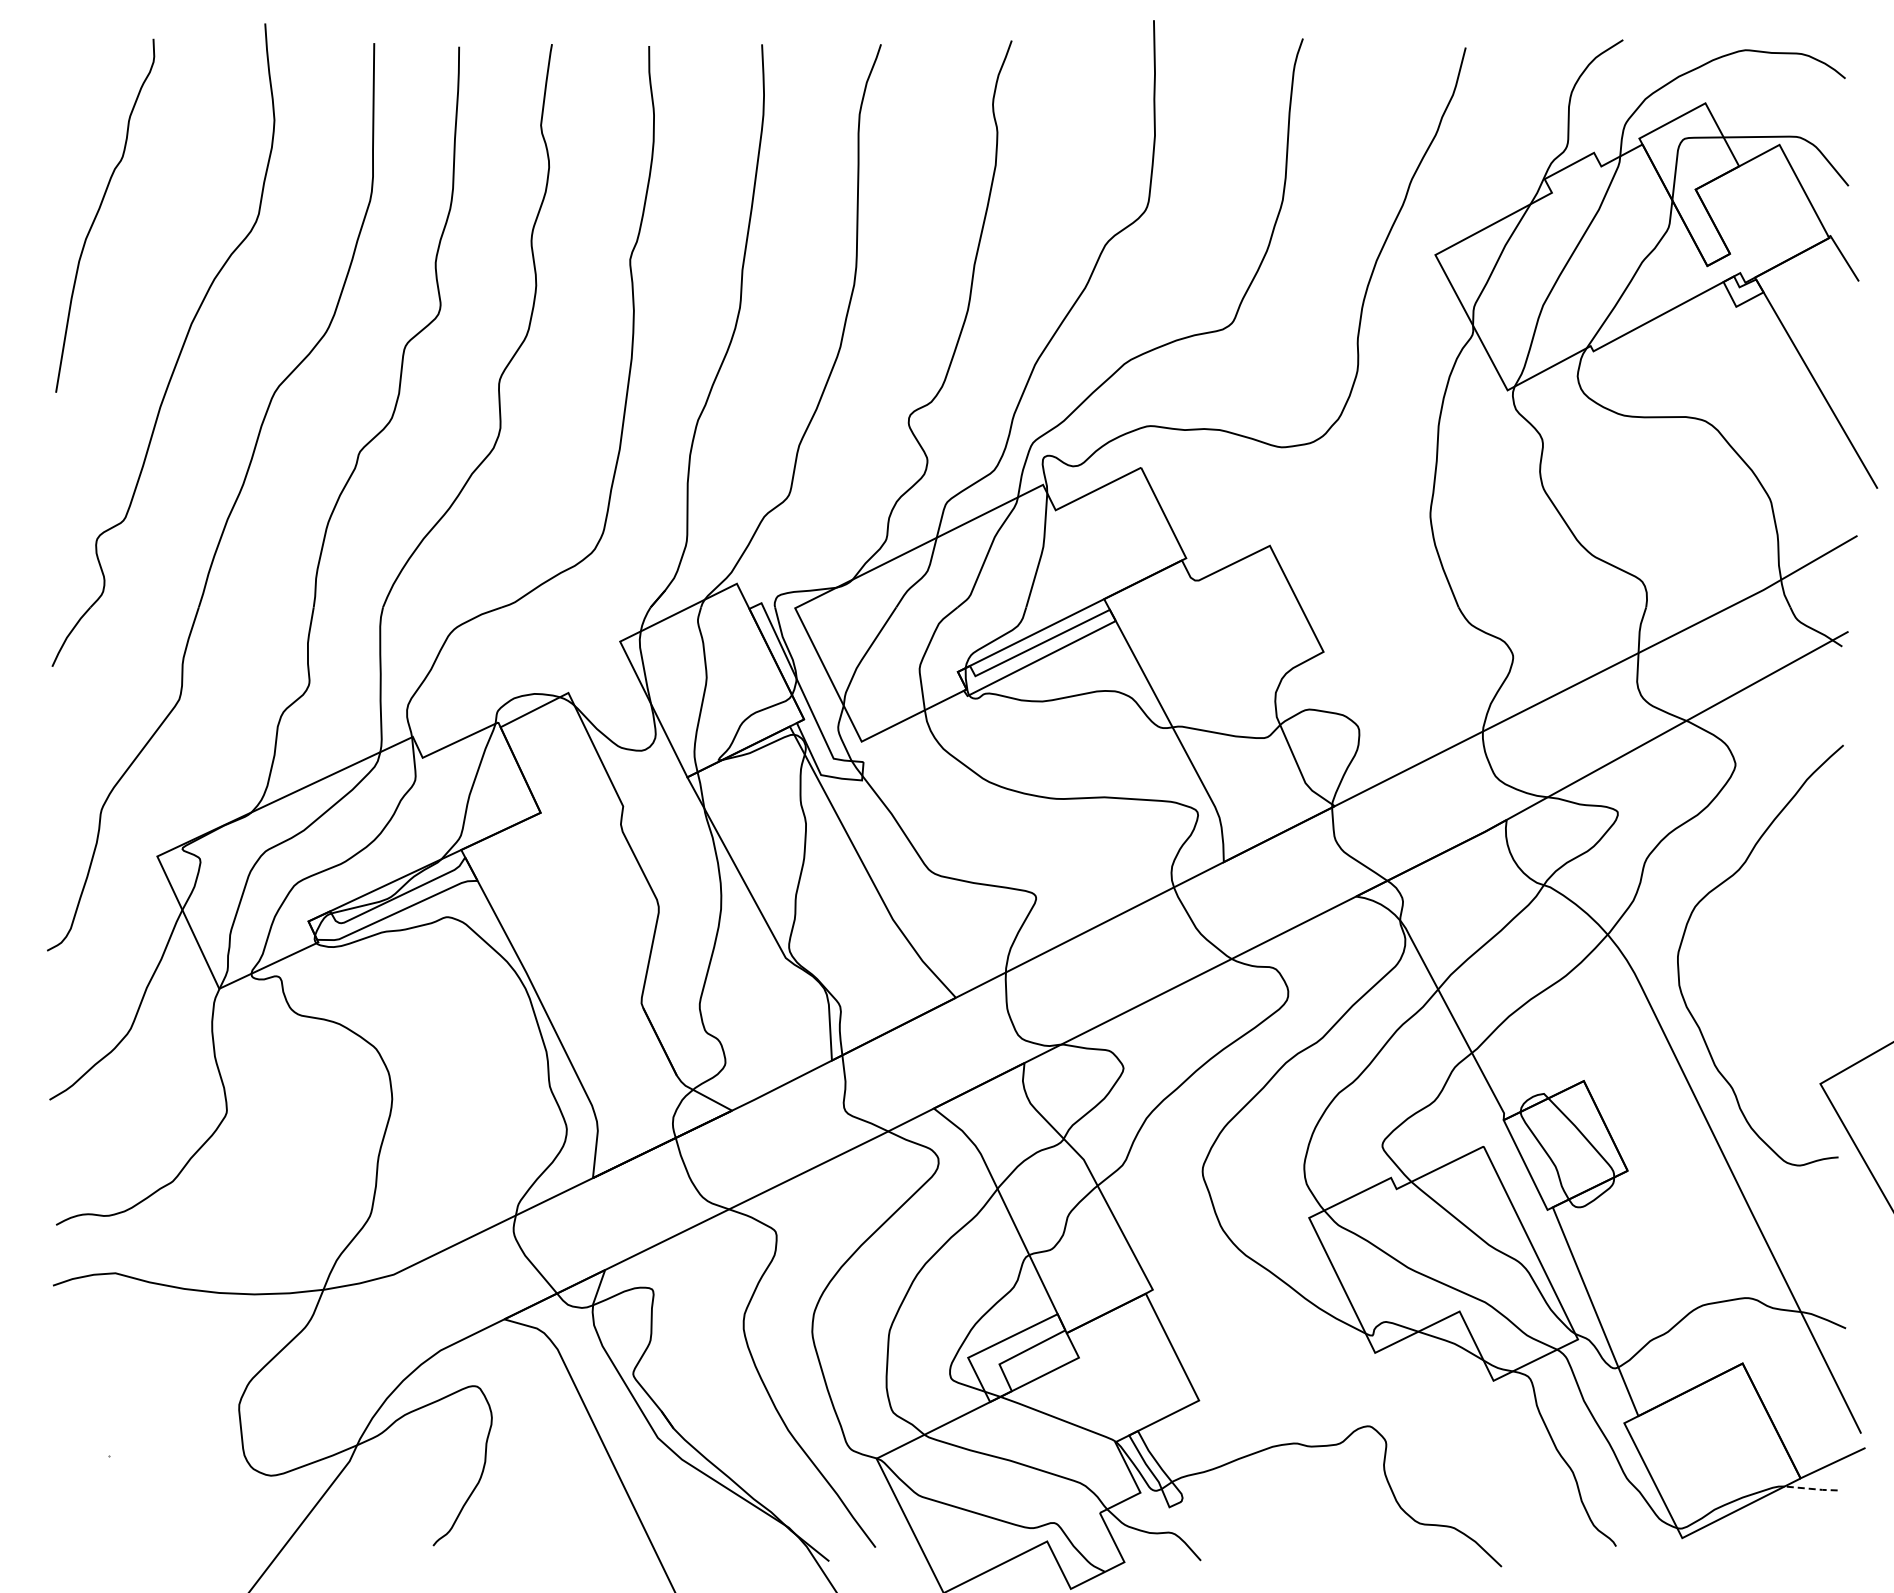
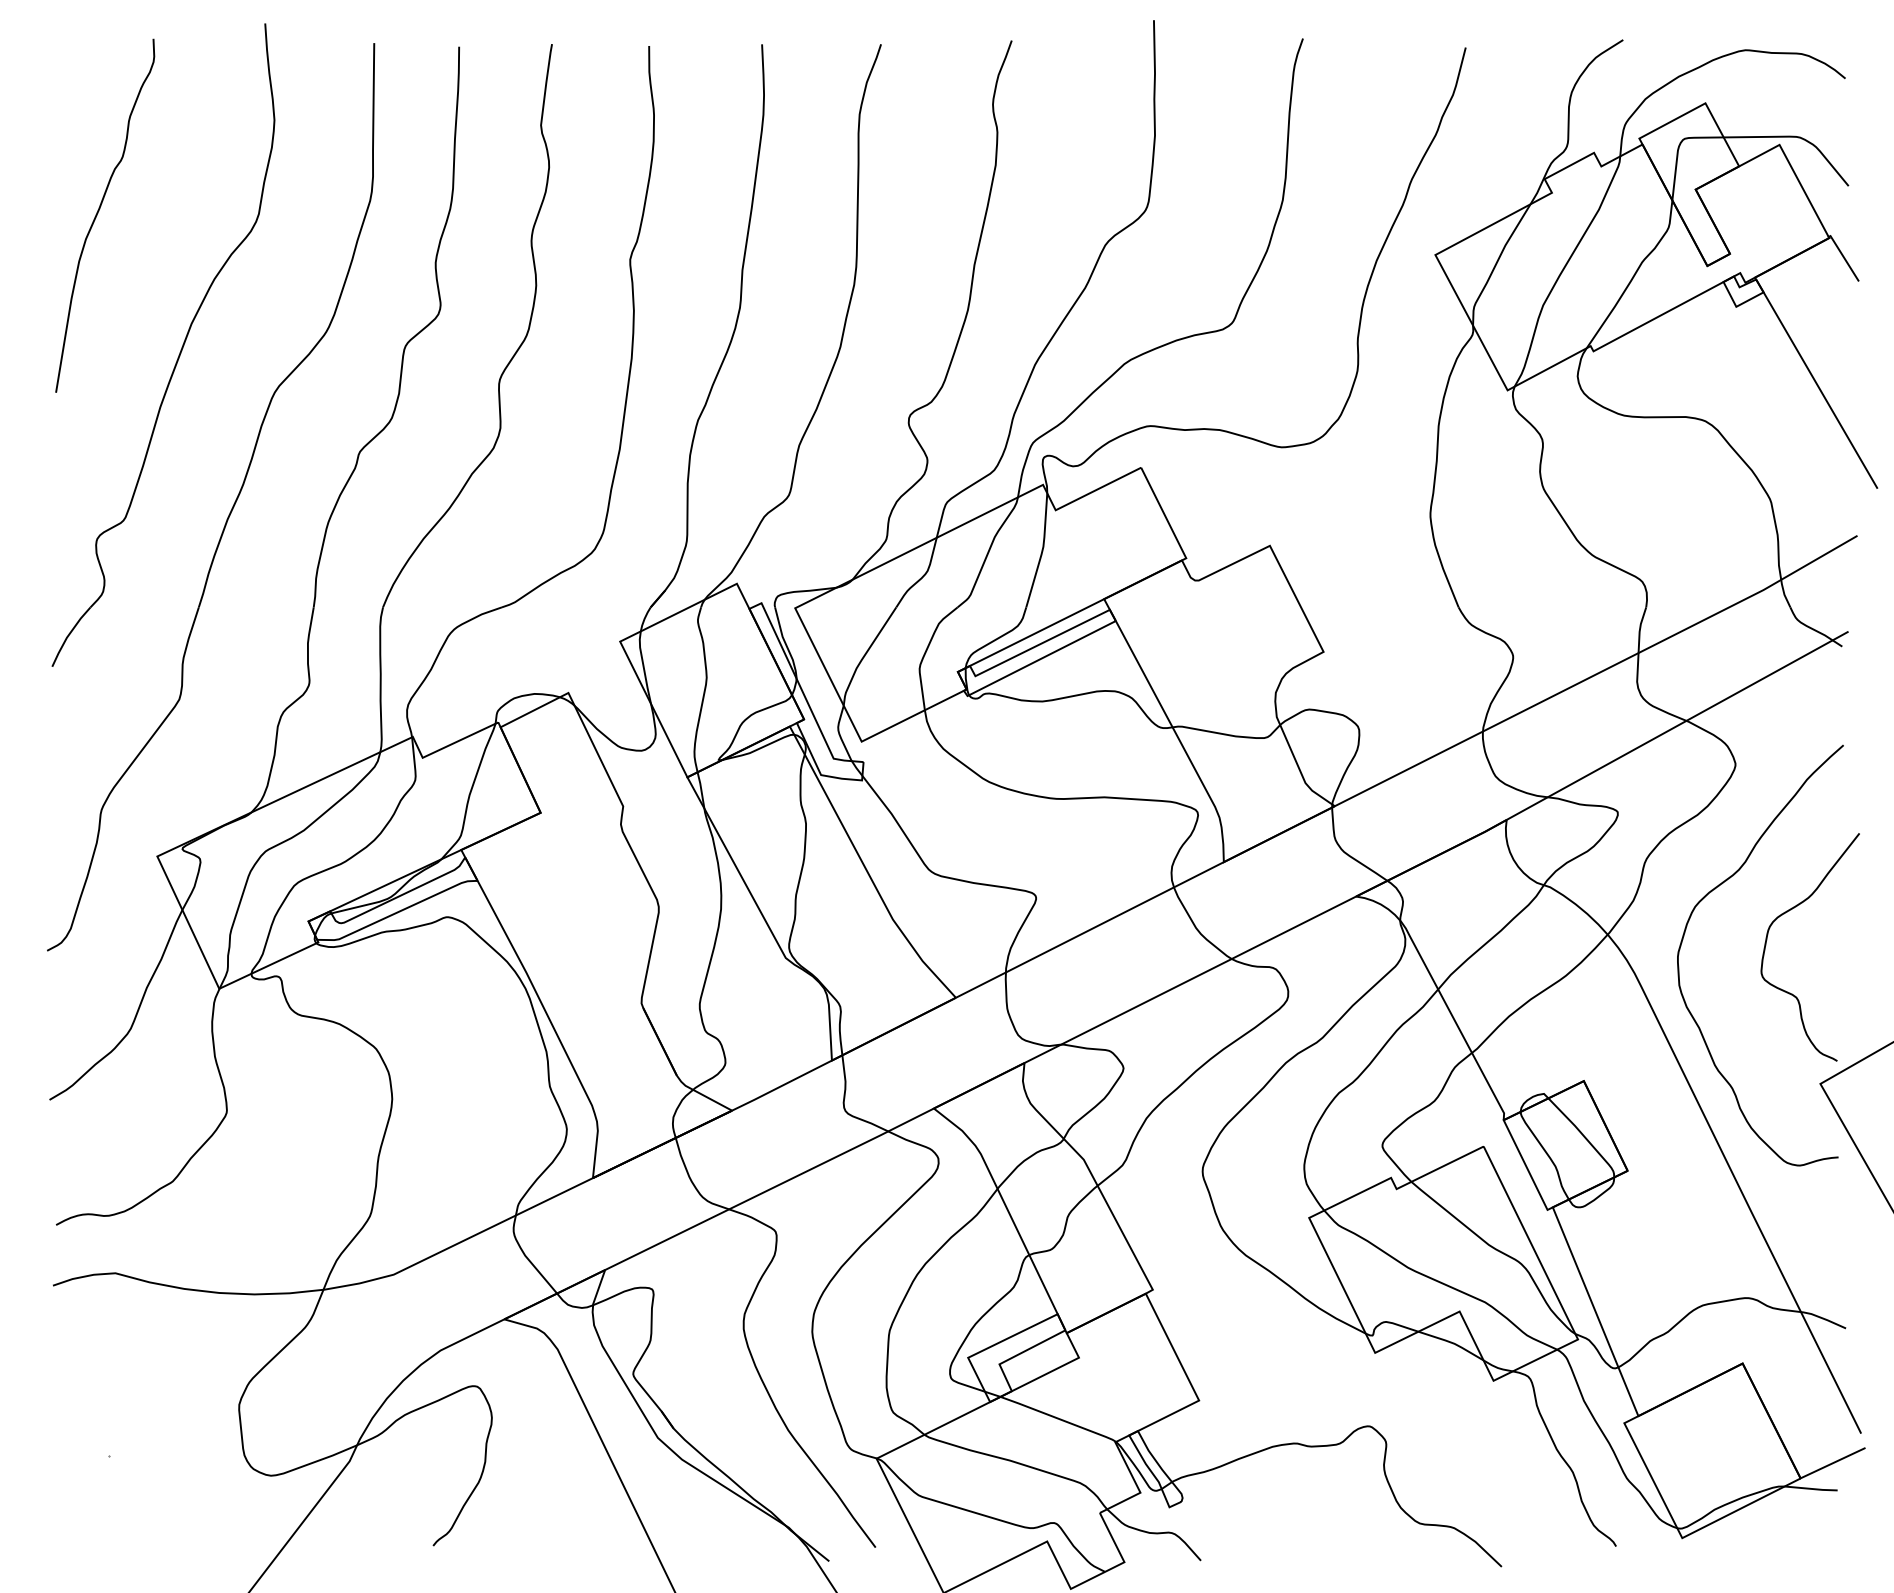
curve at (1789, 911): none -> present
line at (1811, 1488): dashed -> solid
